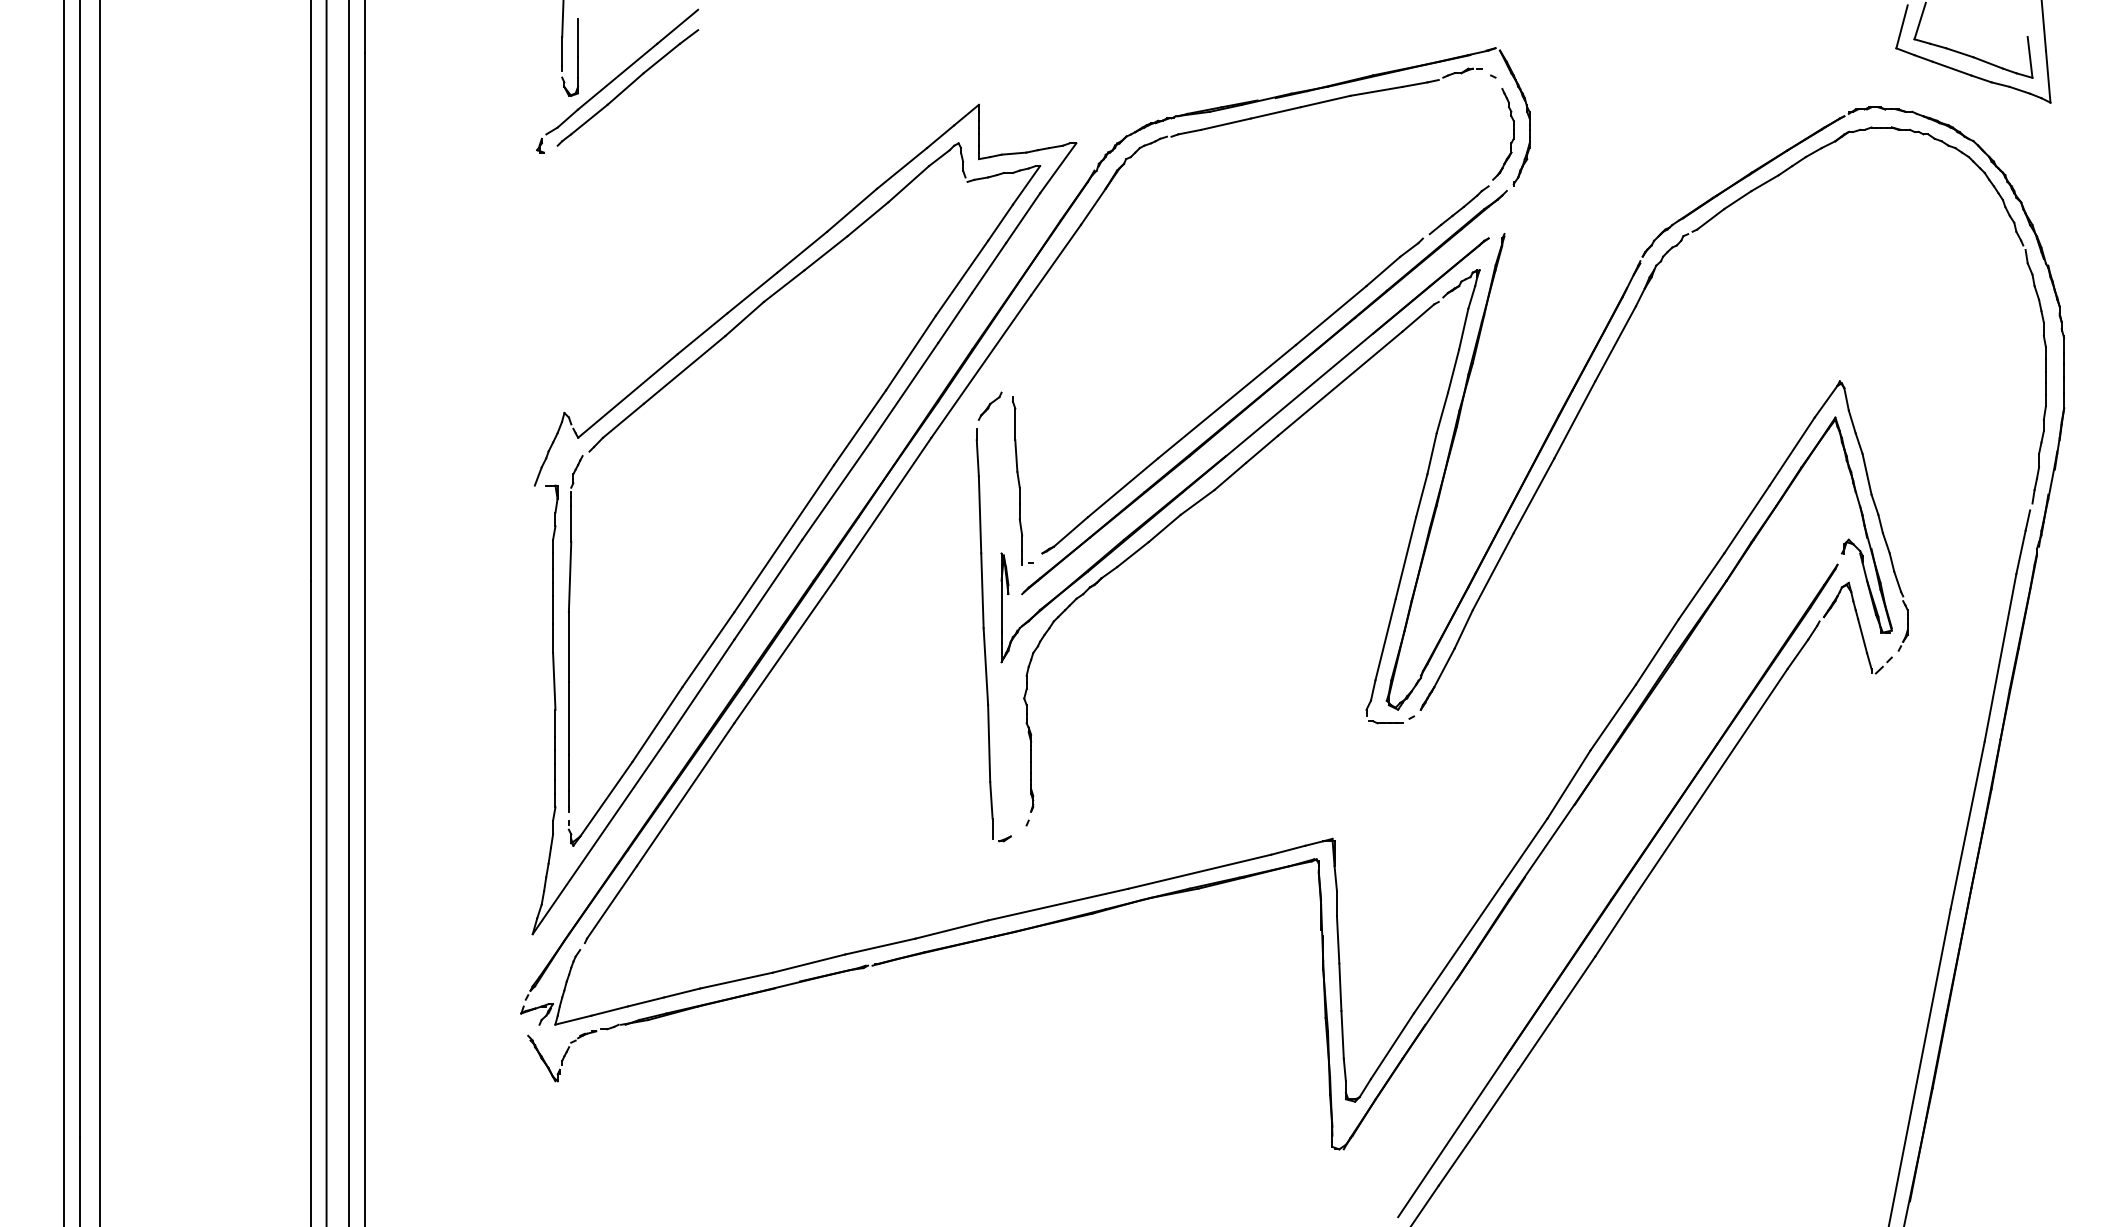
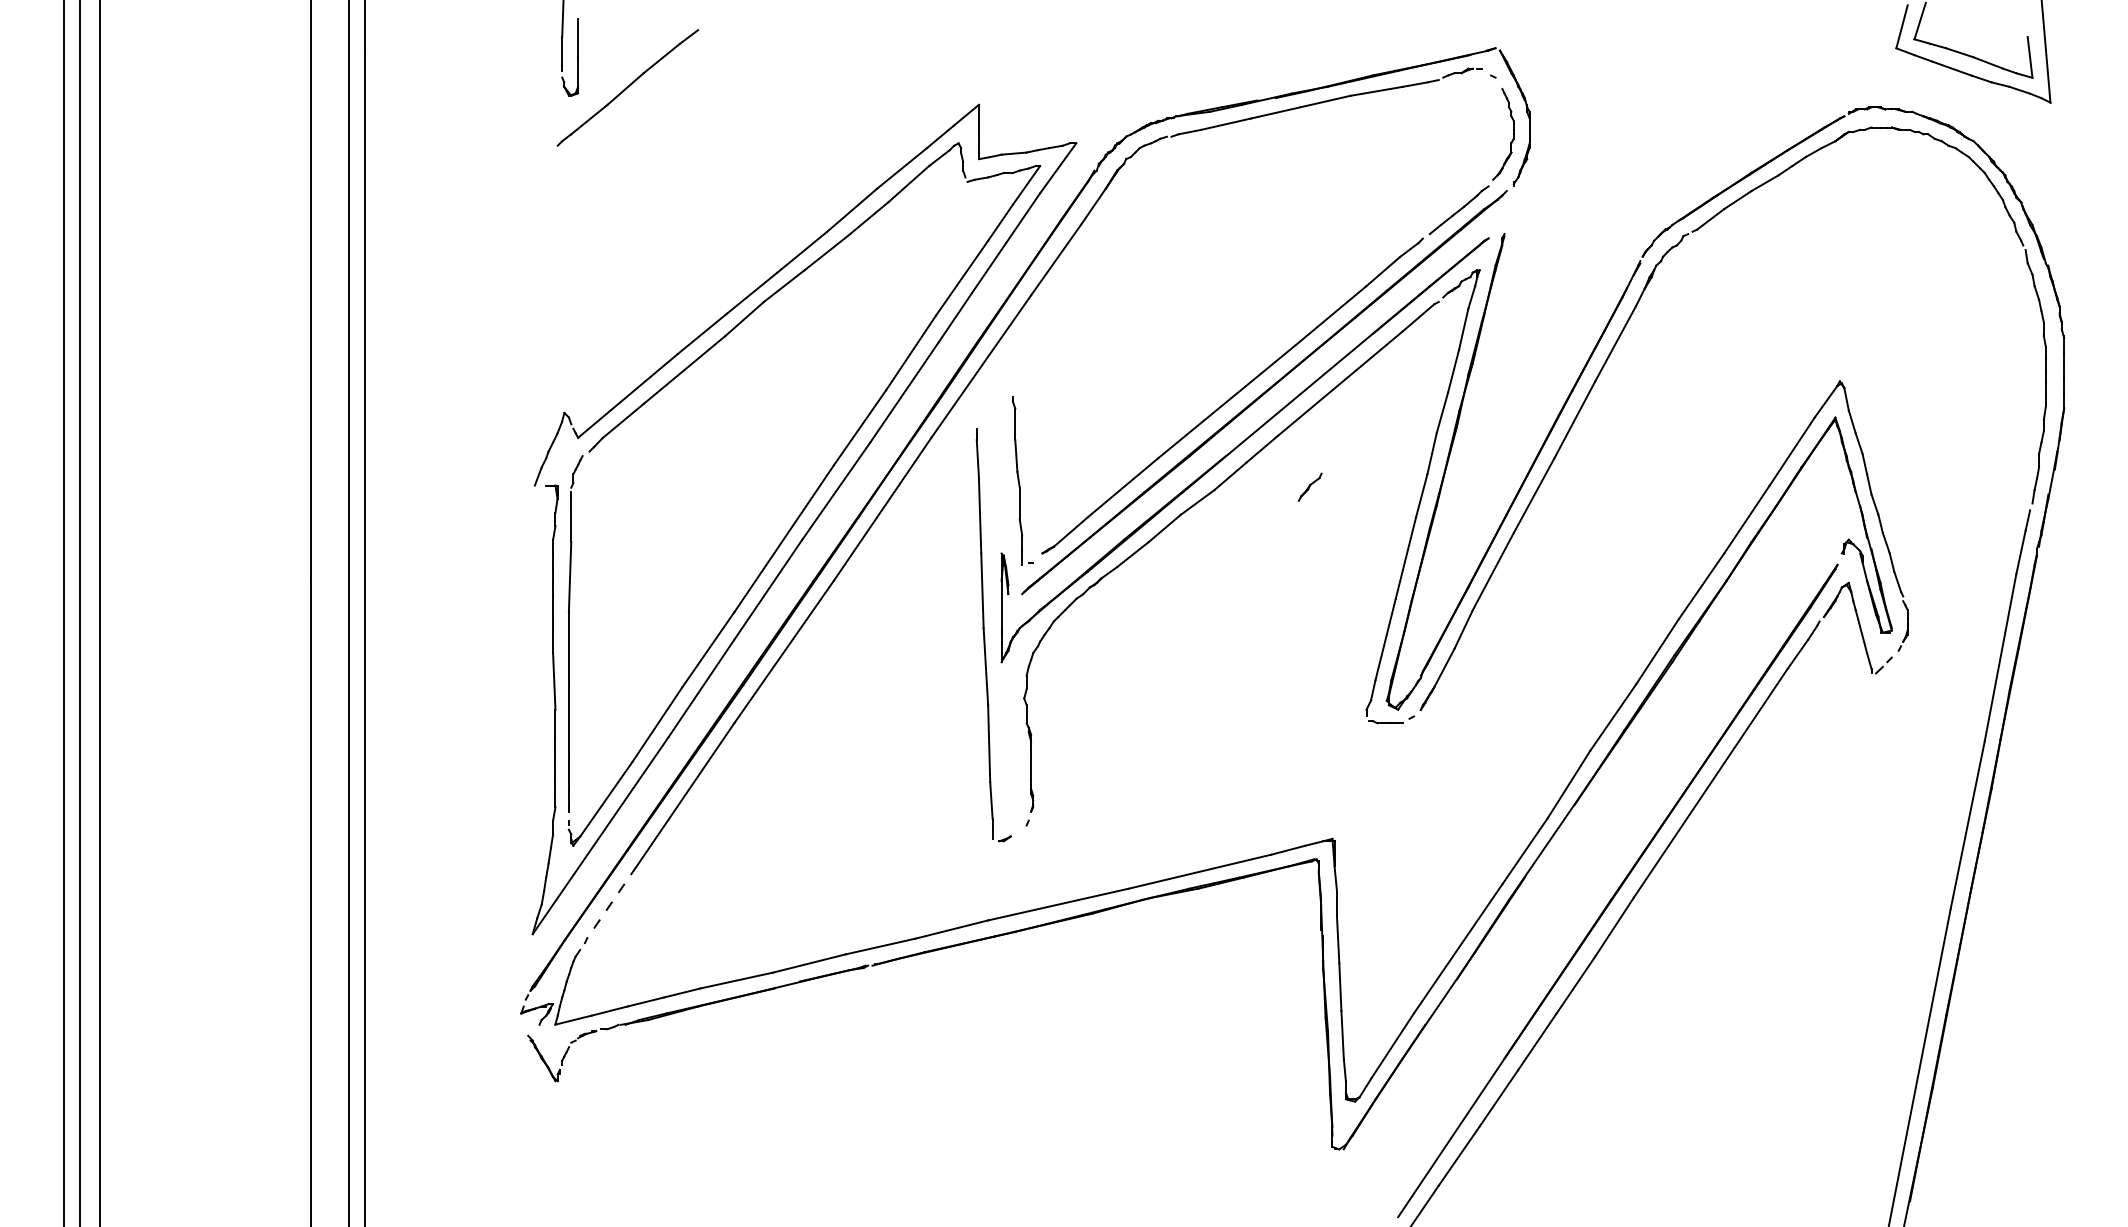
part at (617, 80): present -> none
part at (989, 405) position: (989, 405) -> (1309, 486)
line at (326, 612): present -> none
line at (611, 902): solid -> dashed
